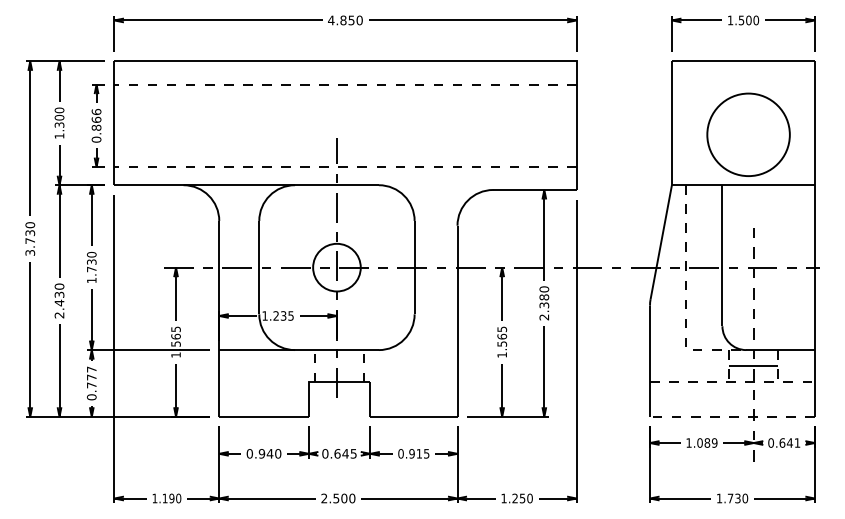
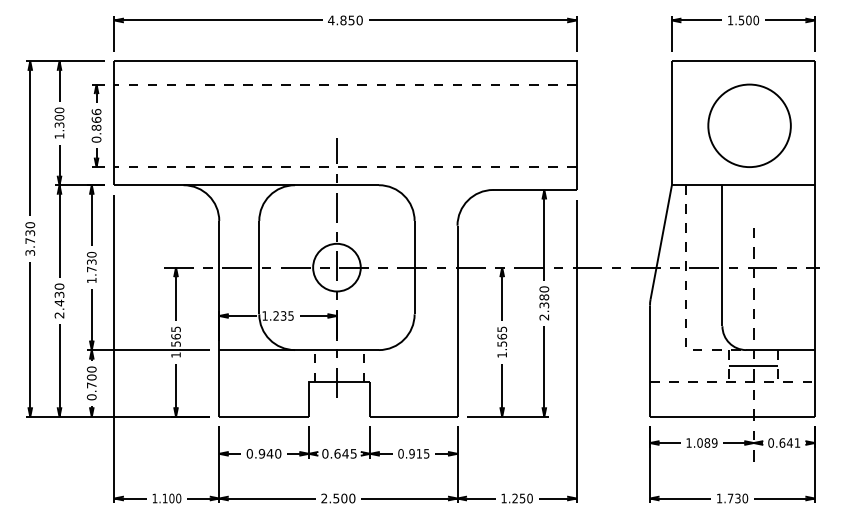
circle at (748, 134) position: (748, 134) -> (749, 125)
text at (91, 373): 0.777 -> 0.700
line at (731, 416): dashed -> solid
text at (171, 498): 1.190 -> 1.100
